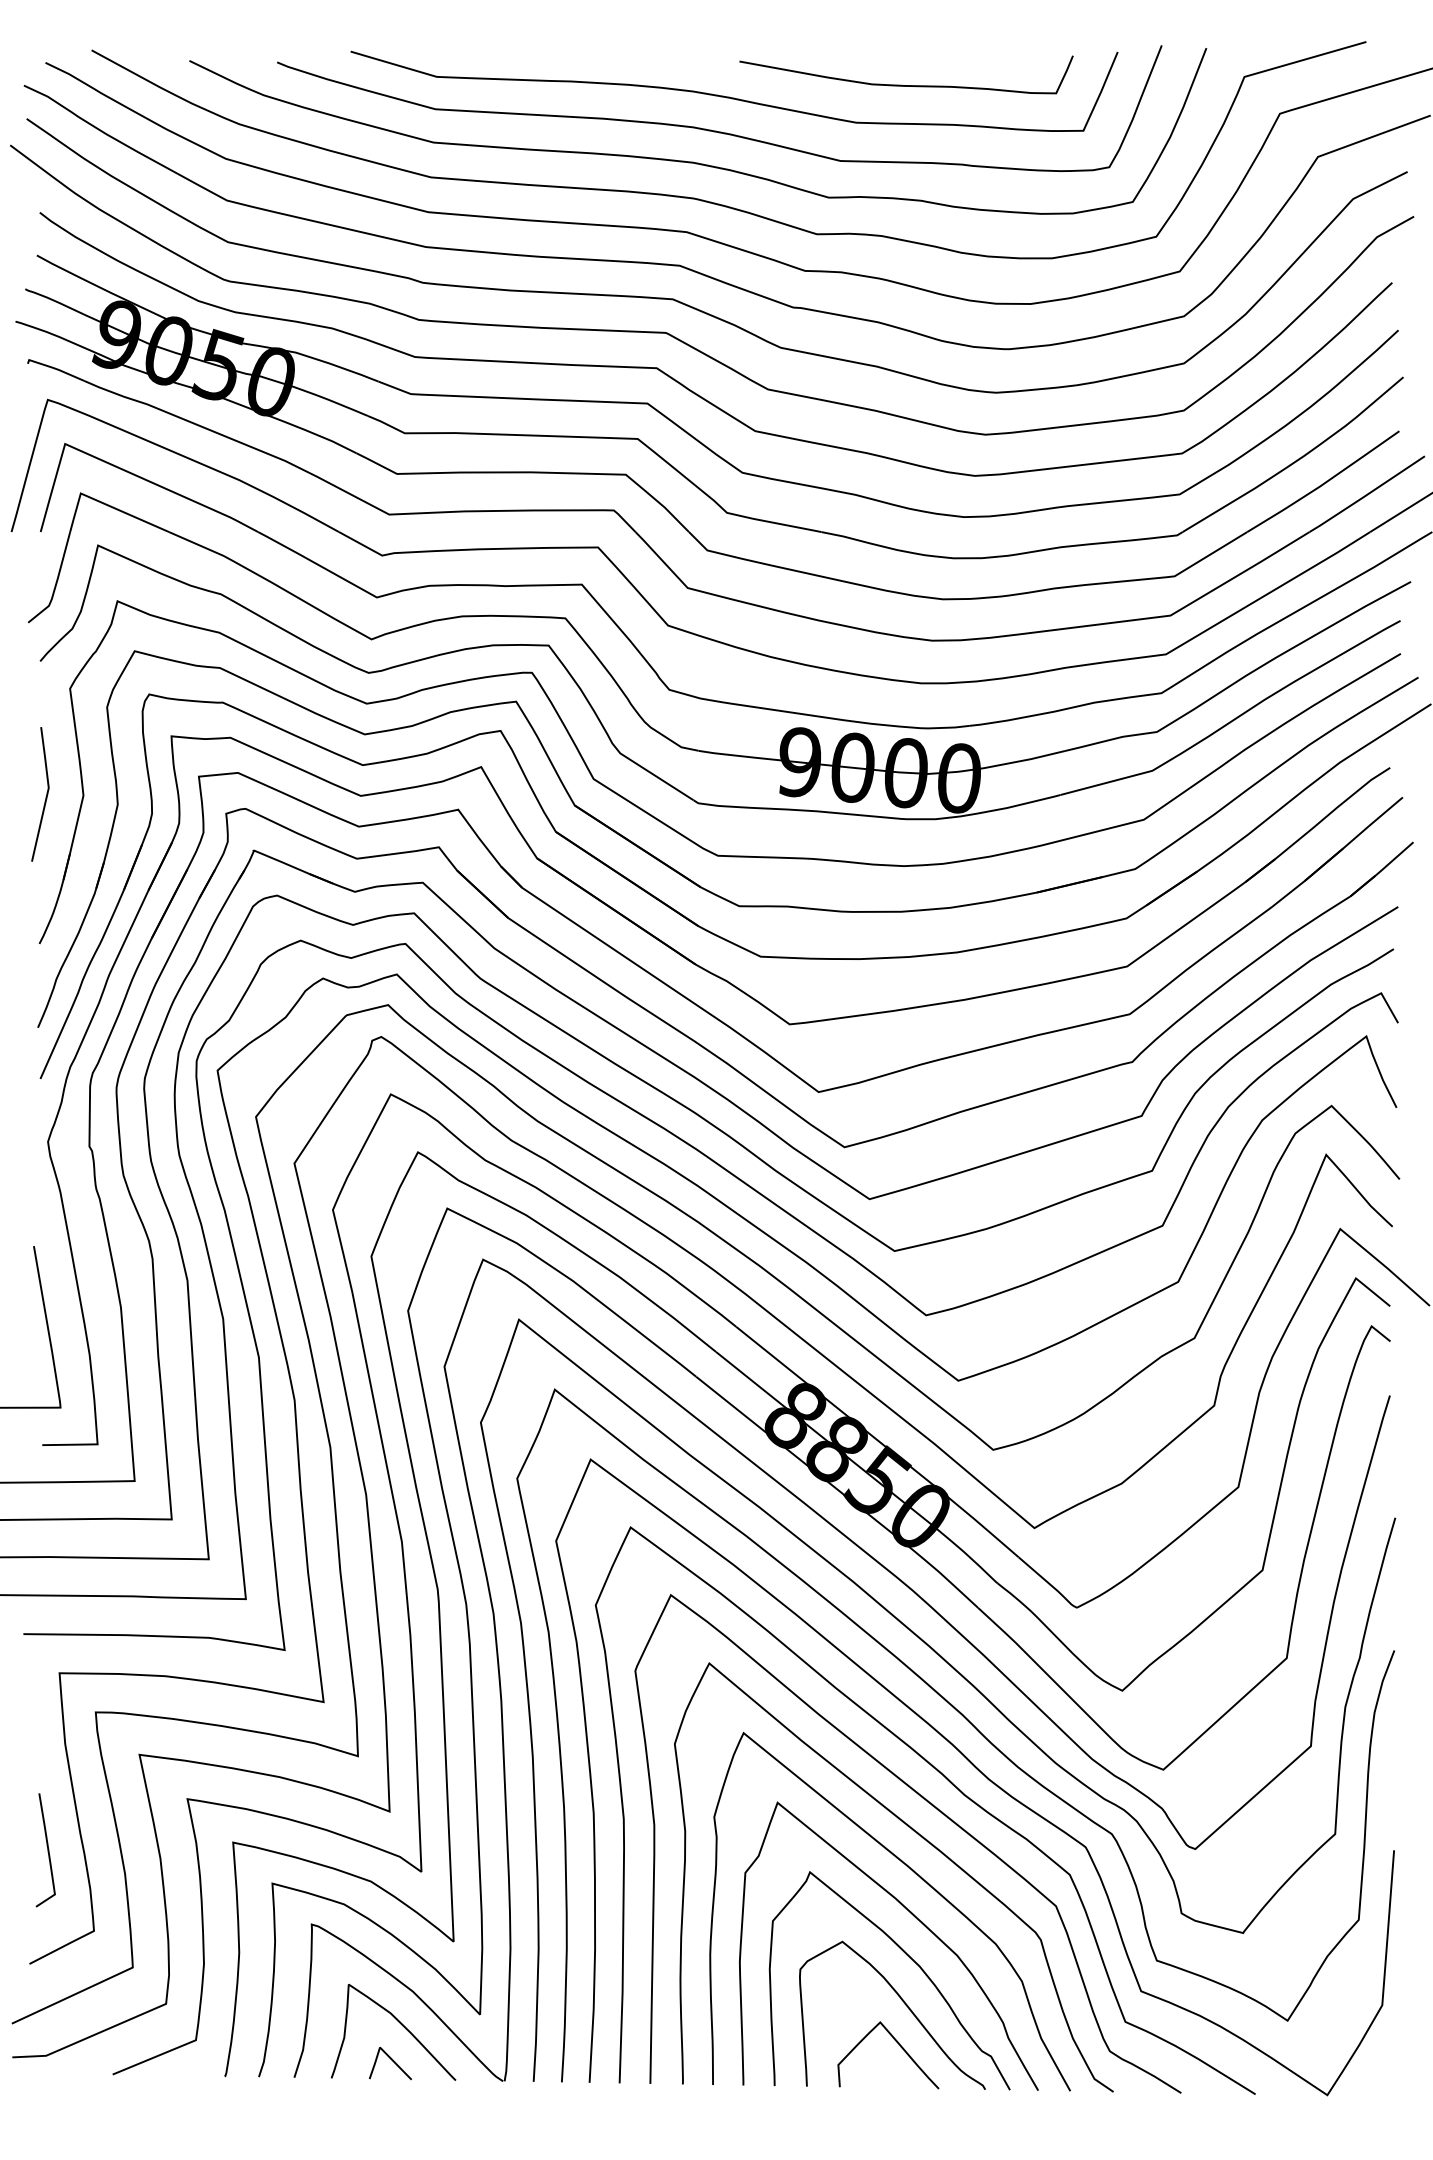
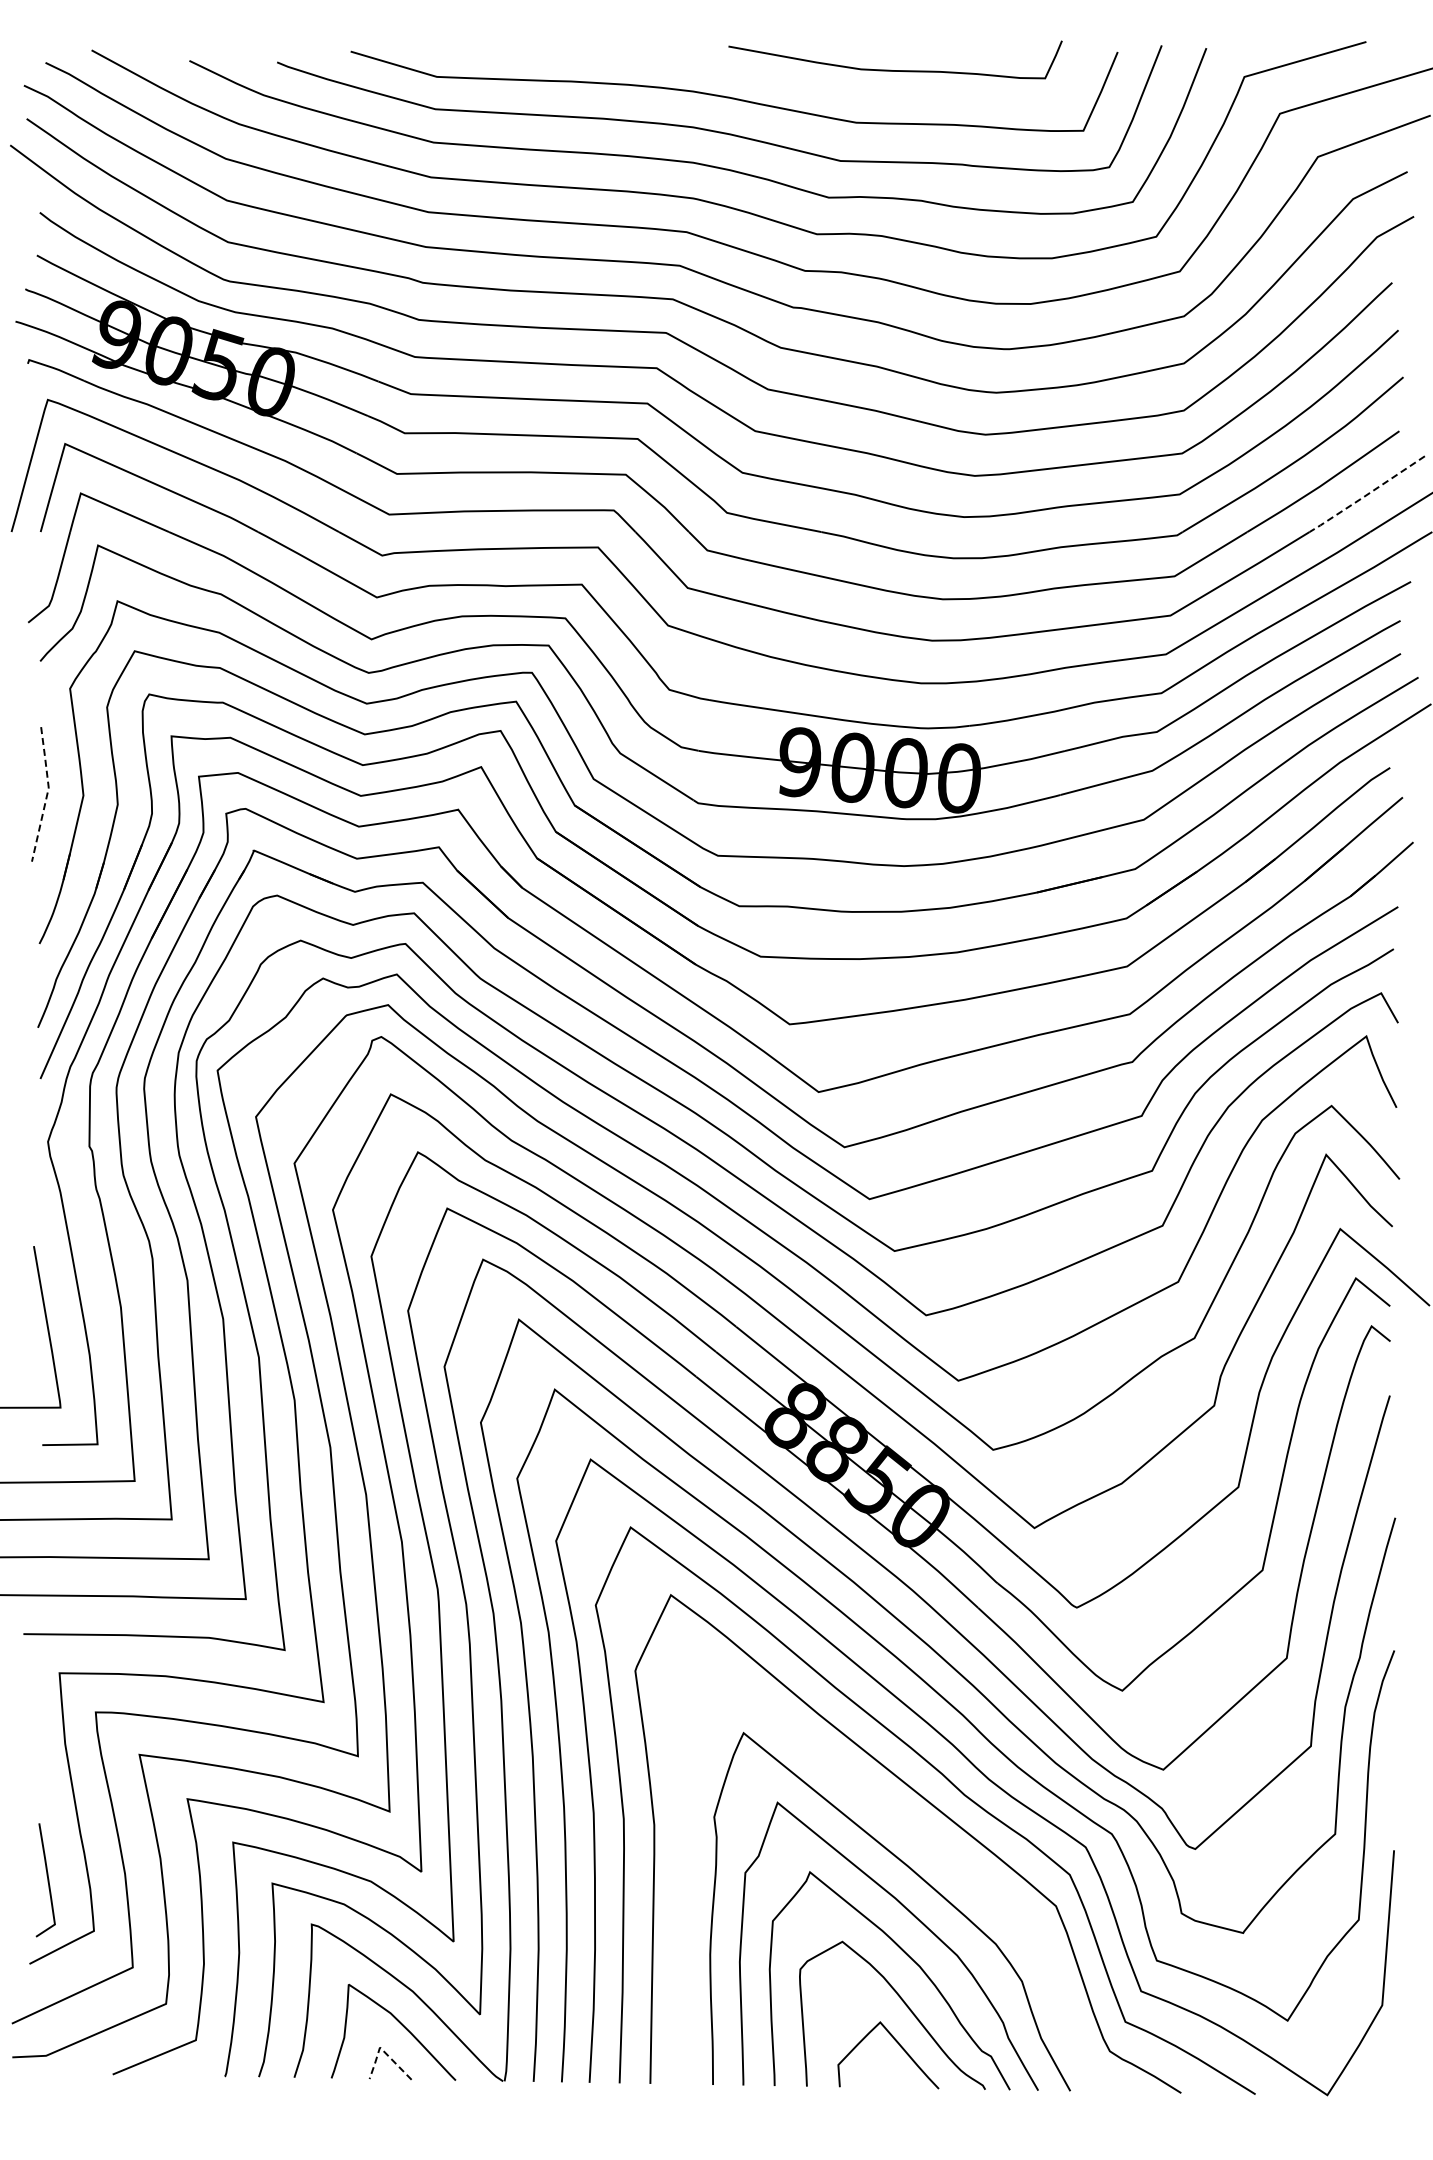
curve at (906, 85) position: (906, 85) -> (895, 70)
line at (1366, 495): solid -> dashed
line at (47, 793): solid -> dashed
curve at (923, 1839): present -> none
line at (47, 1850) position: (47, 1850) -> (47, 1880)
line at (383, 2050): solid -> dashed
